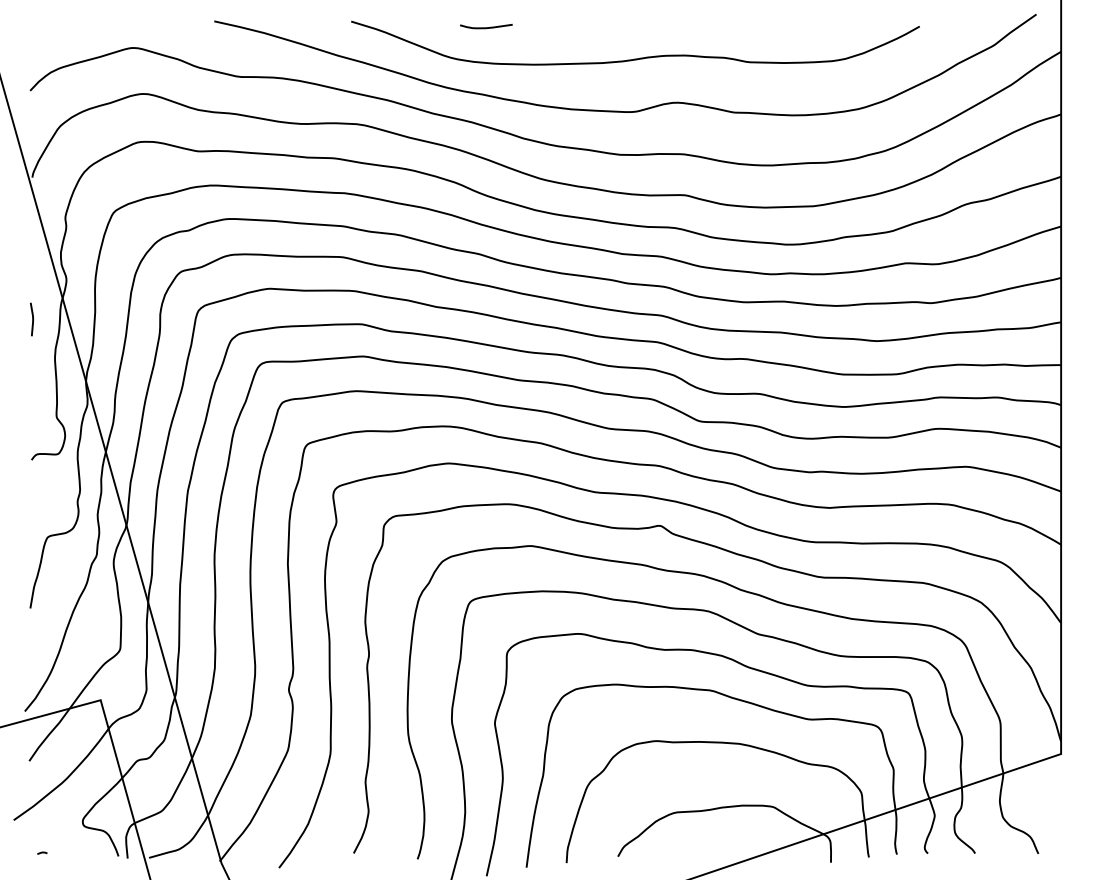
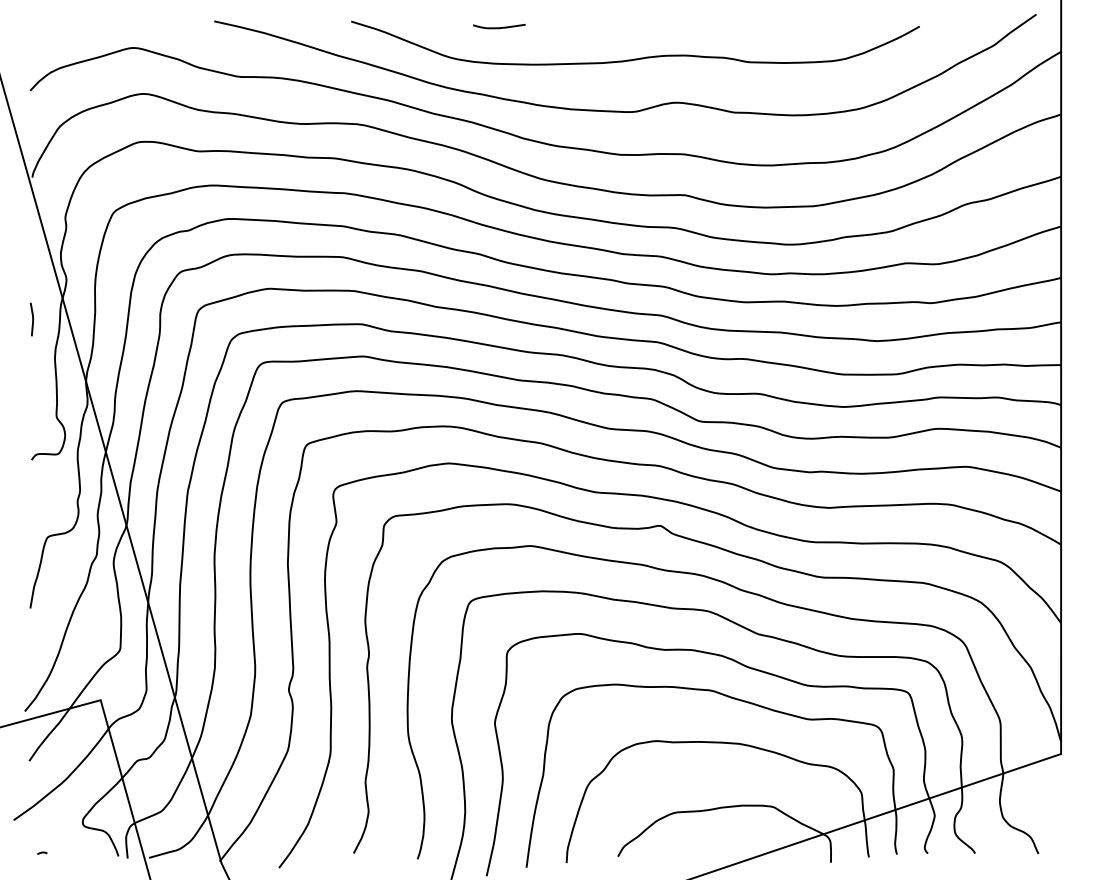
curve at (486, 27) position: (486, 27) -> (499, 27)
